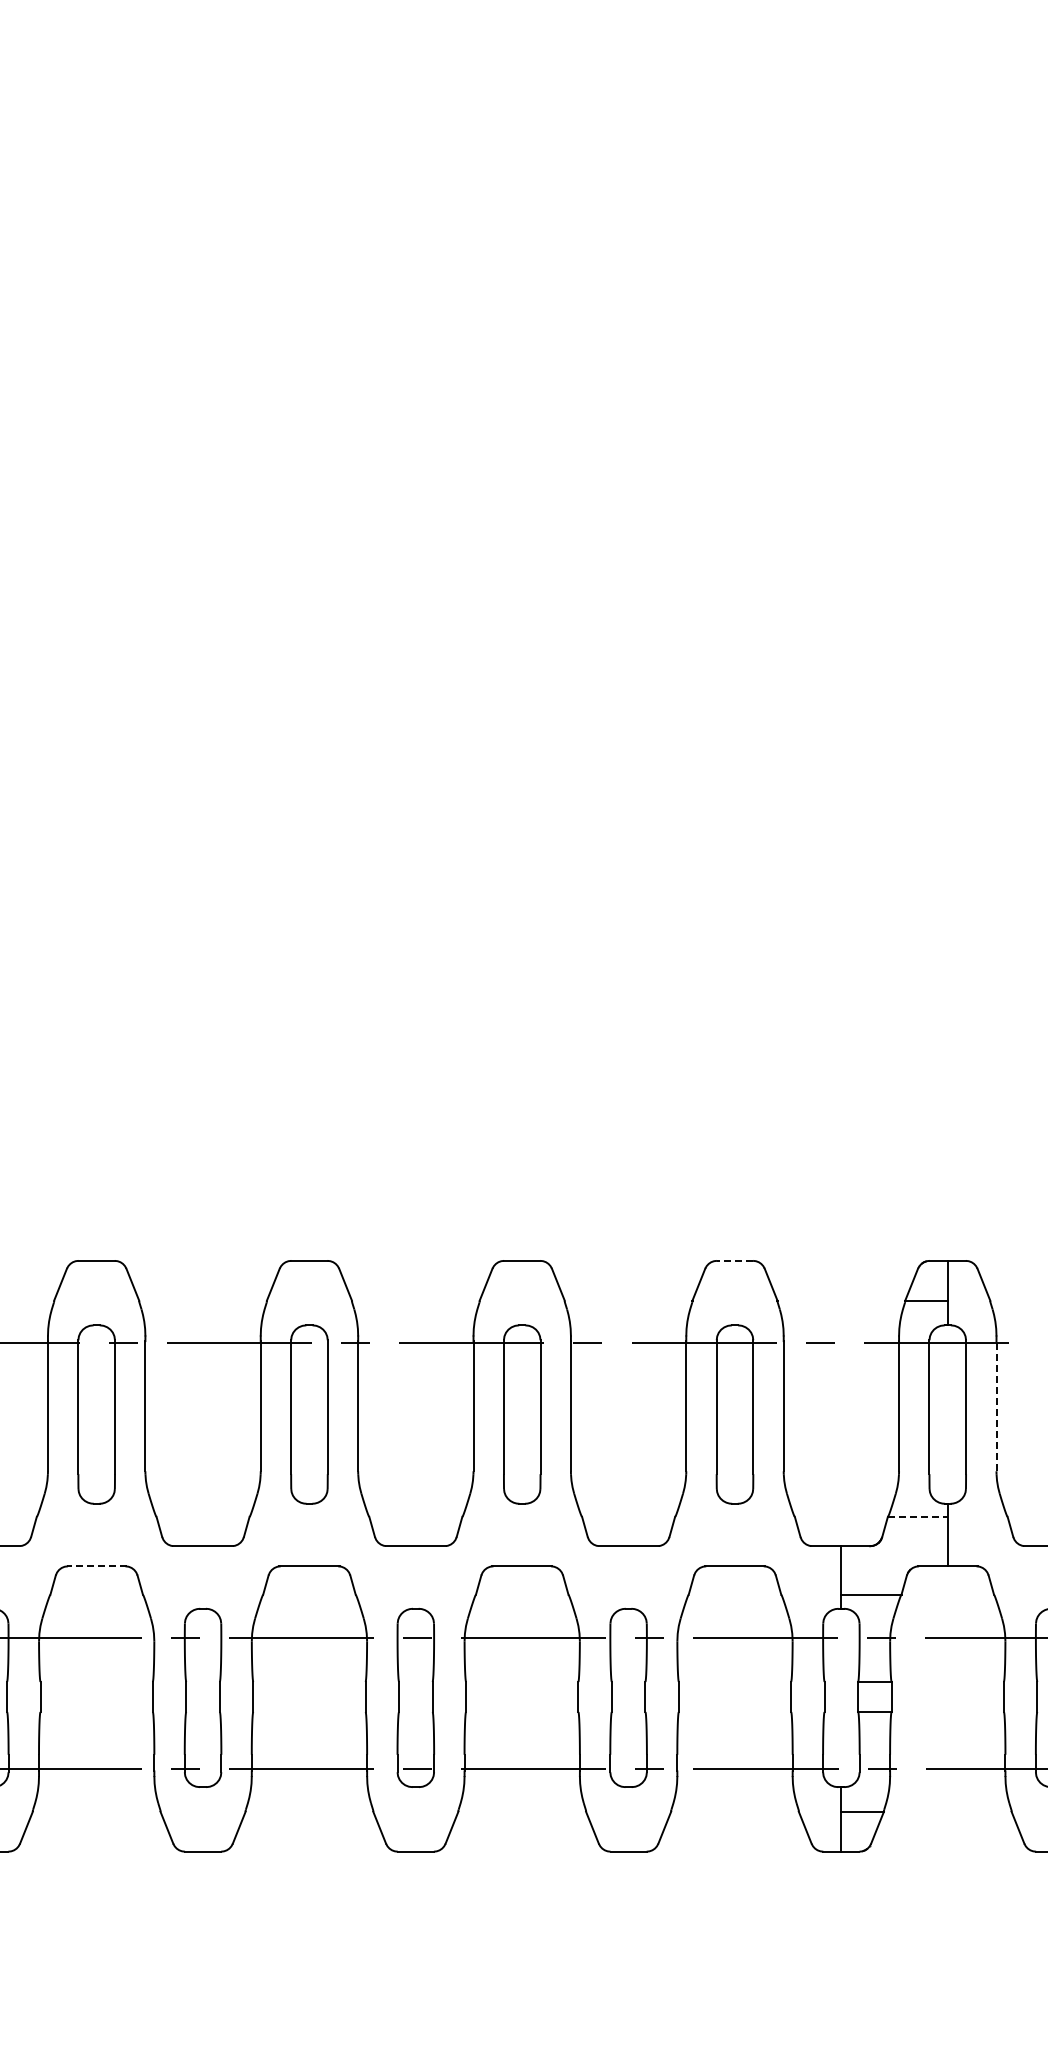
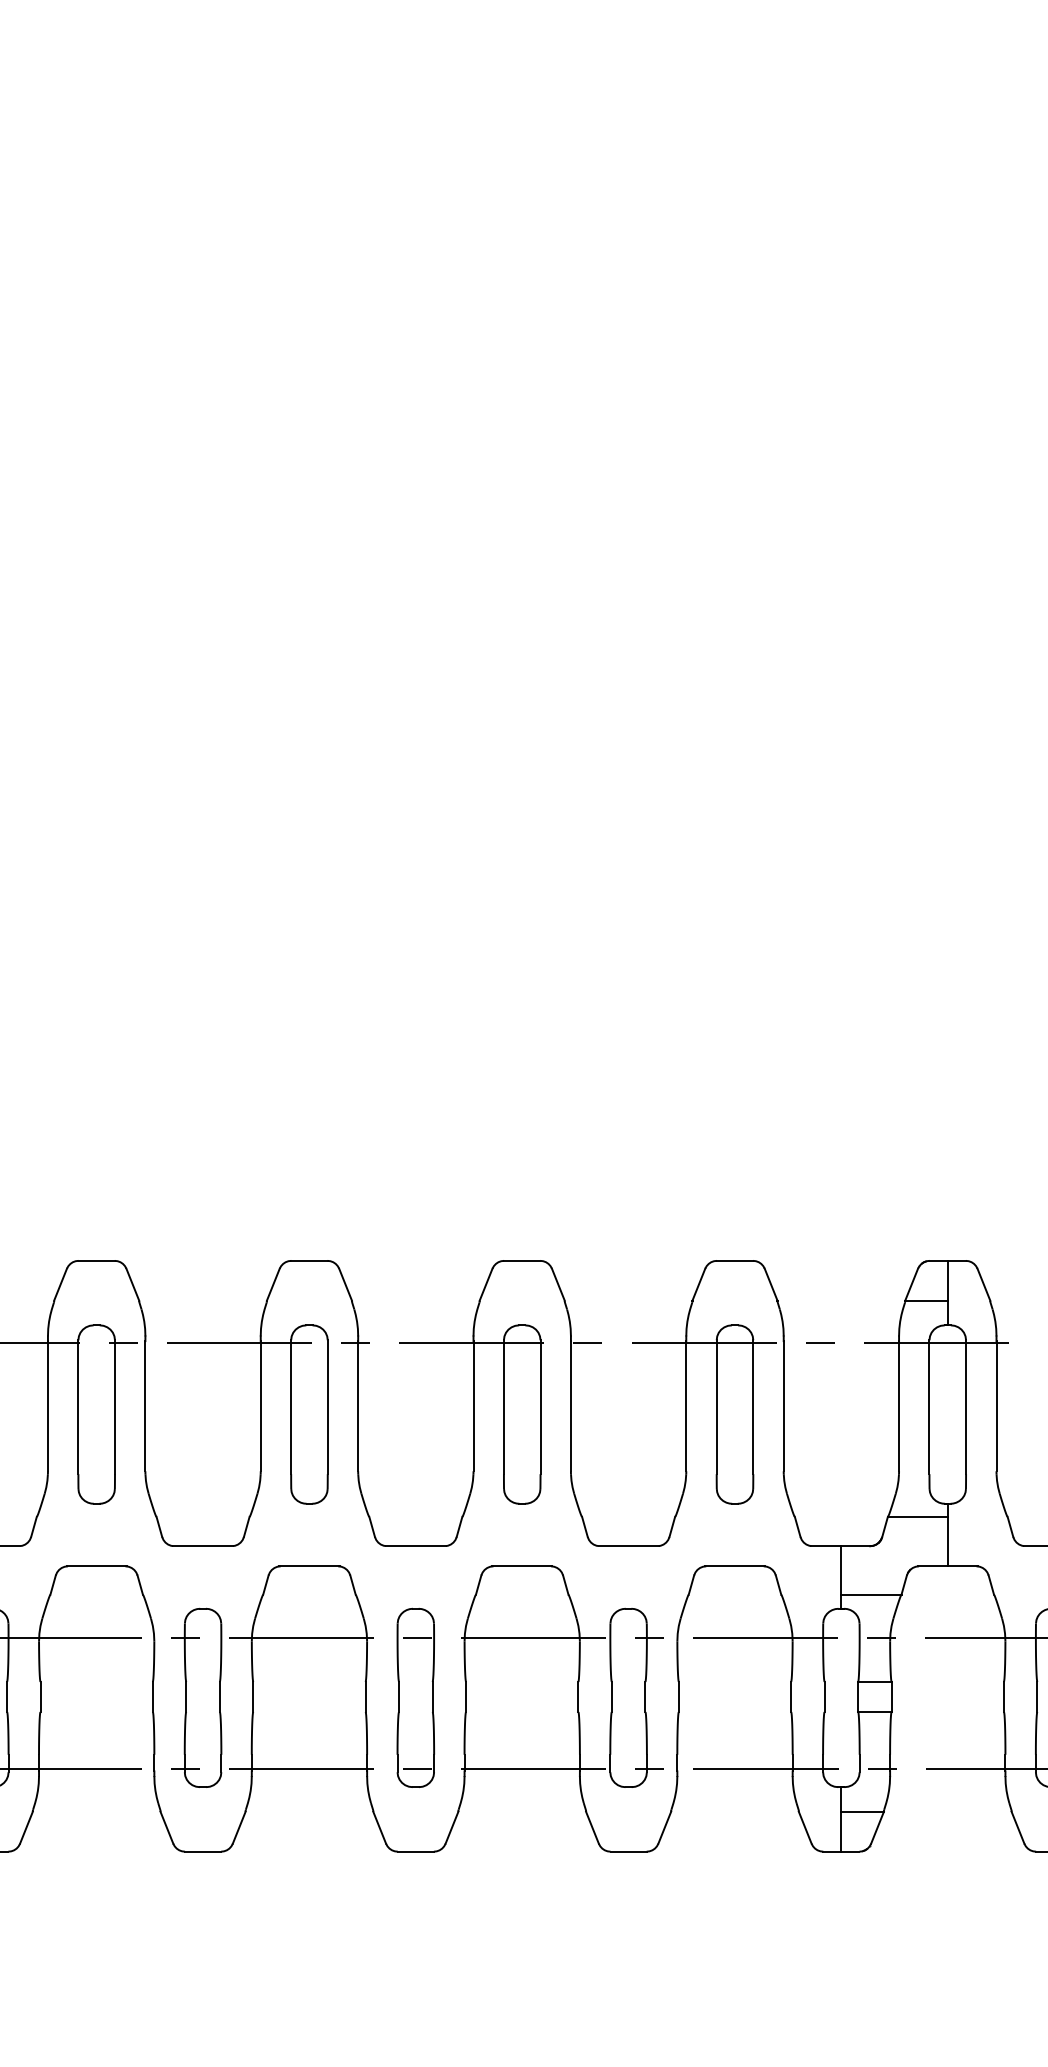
line at (734, 1260): dashed -> solid
line at (996, 1405): dashed -> solid
line at (917, 1516): dashed -> solid
line at (96, 1566): dashed -> solid
